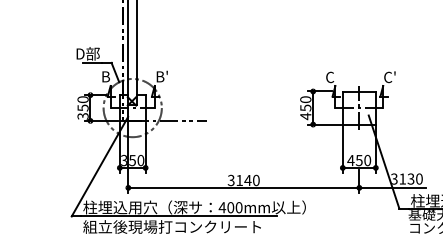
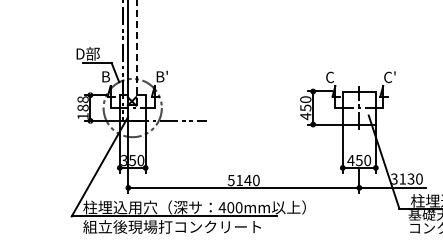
line at (137, 52): solid -> dashed
text at (82, 107): 350 -> 188
text at (231, 179): 3140 -> 5140
